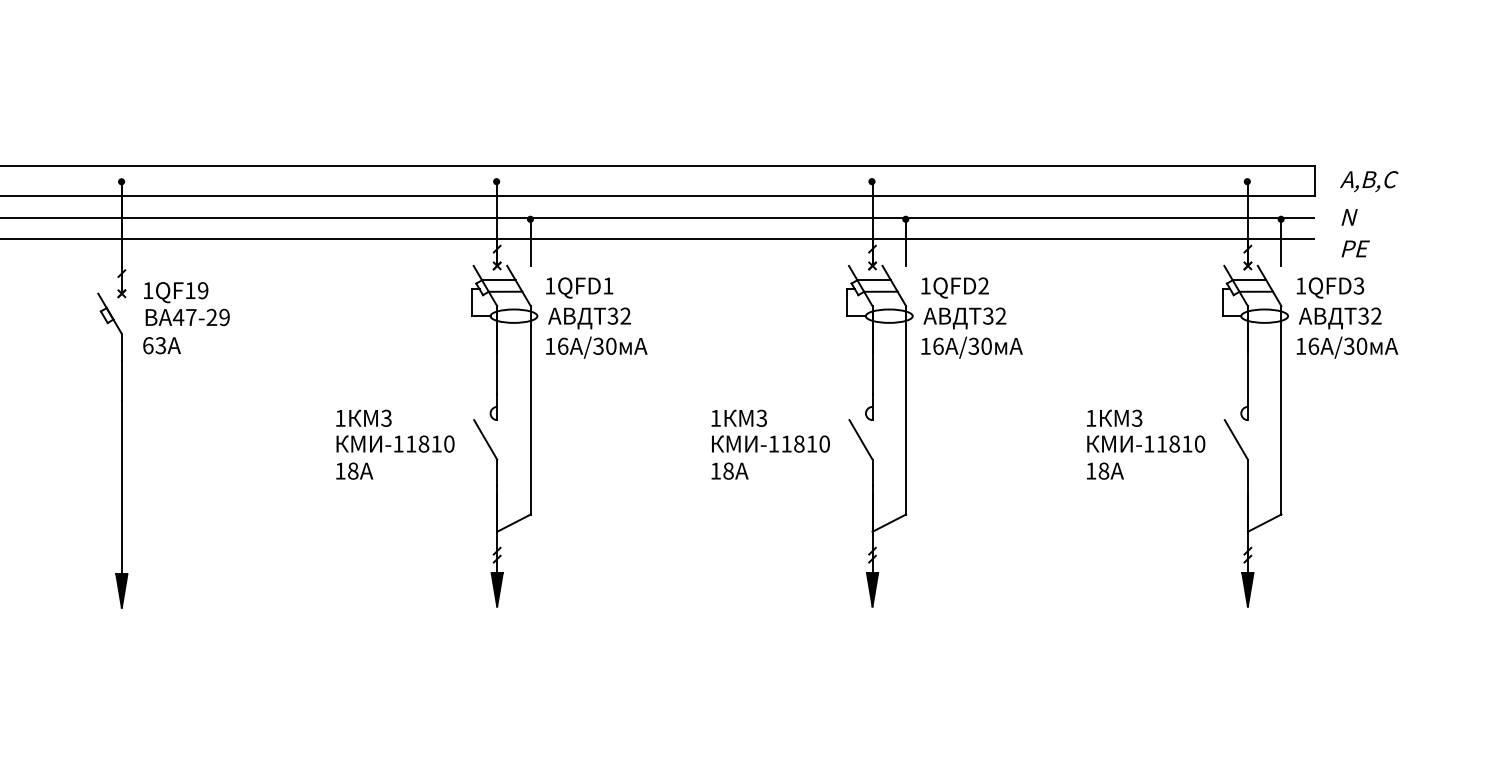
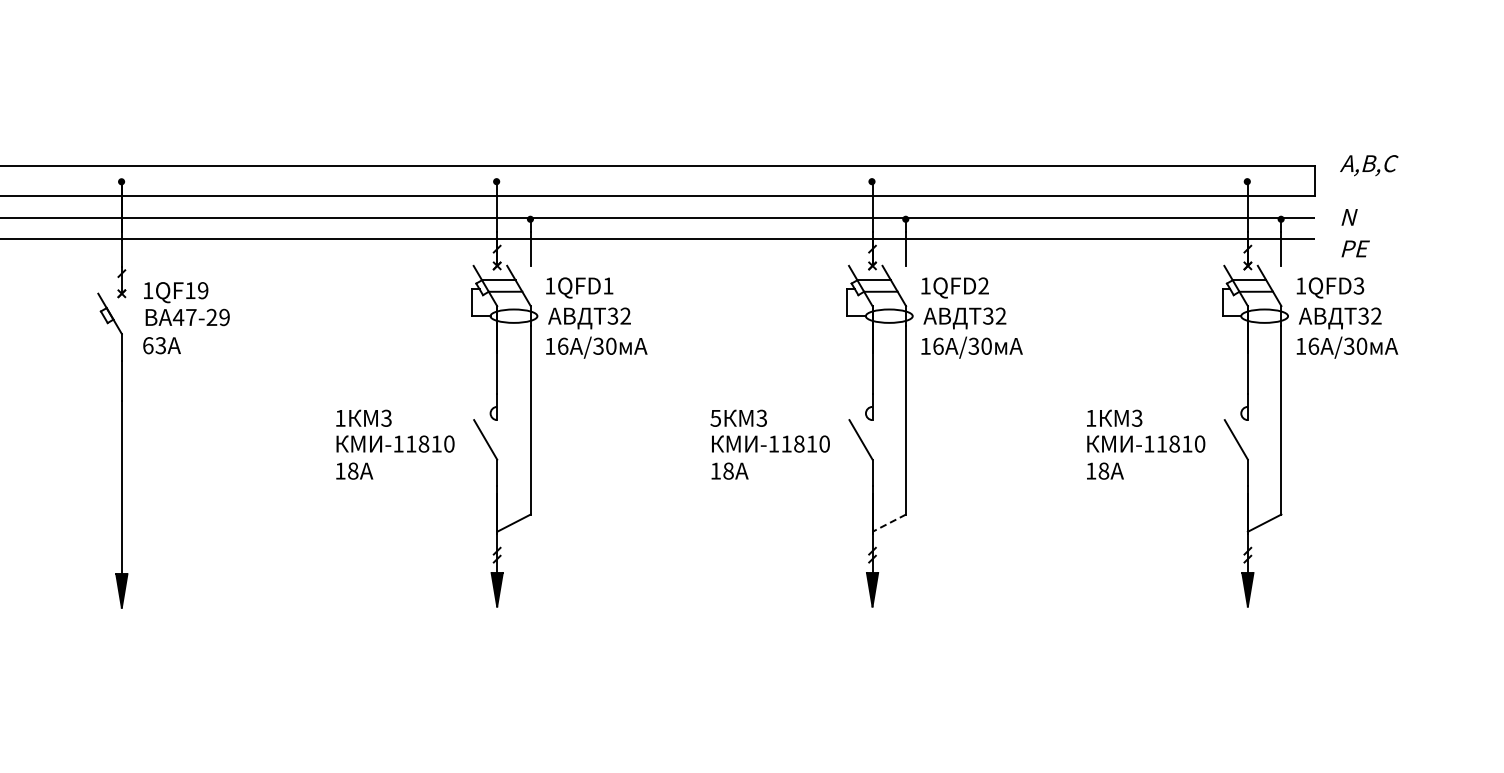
text at (1369, 181) position: (1369, 181) -> (1369, 165)
text at (715, 418): 1 -> 5
line at (889, 523): solid -> dashed
